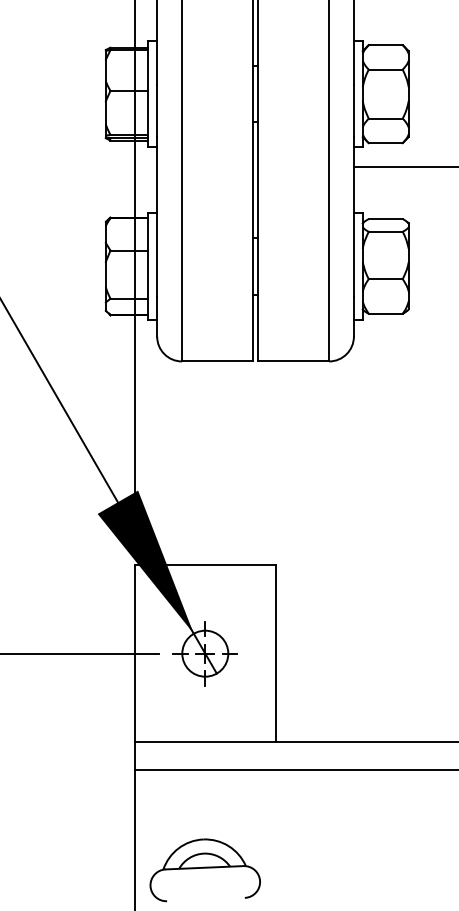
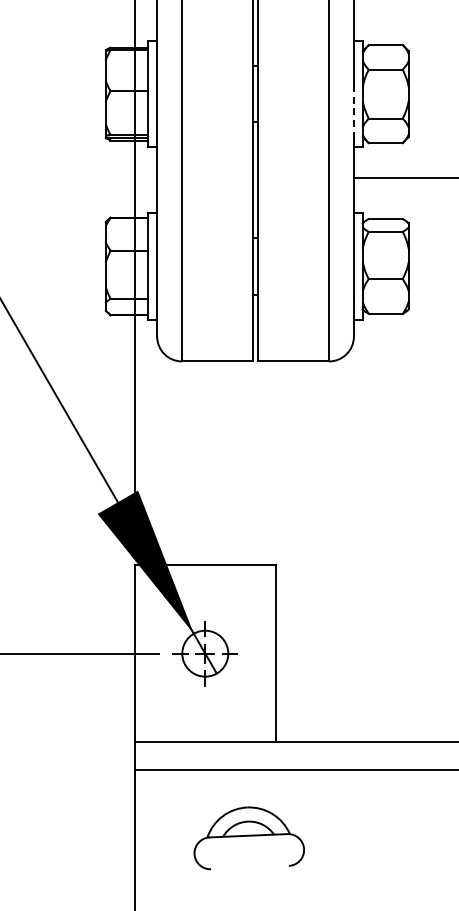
line at (353, 111): solid -> dashed
line at (404, 166) position: (404, 166) -> (404, 177)
part at (204, 870) position: (204, 870) -> (248, 838)
